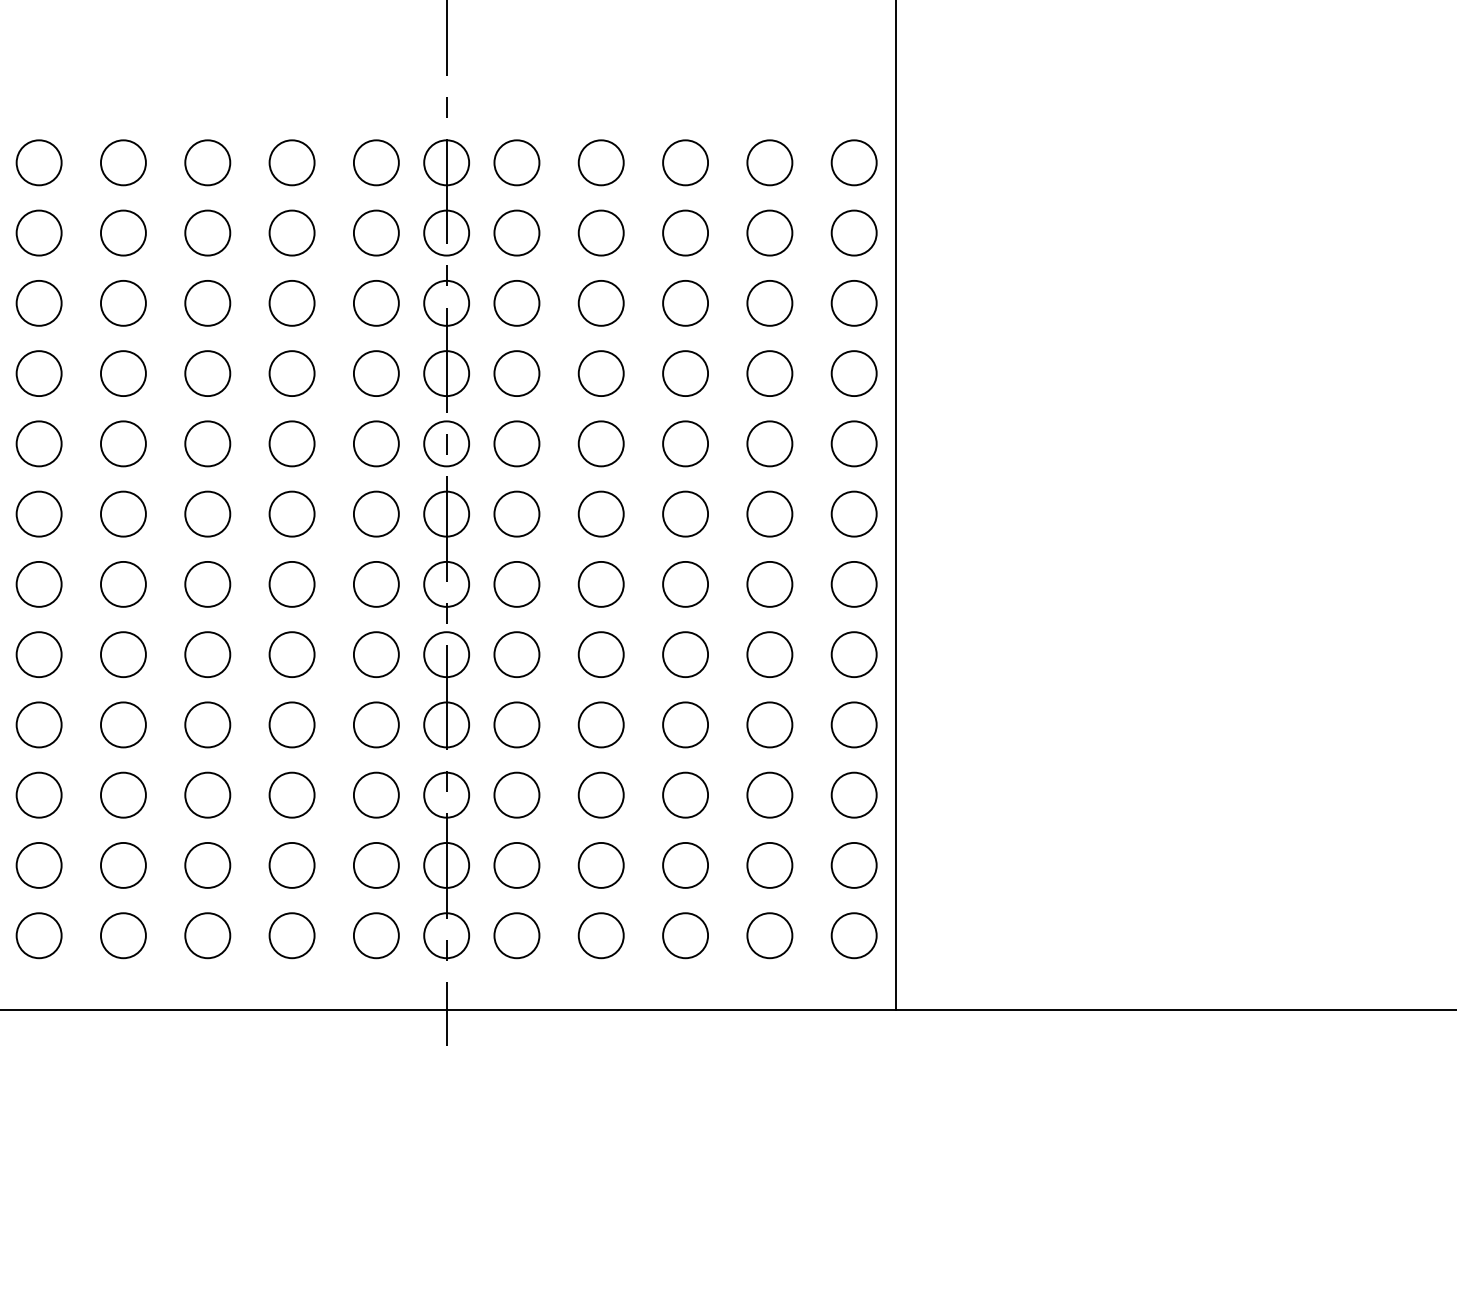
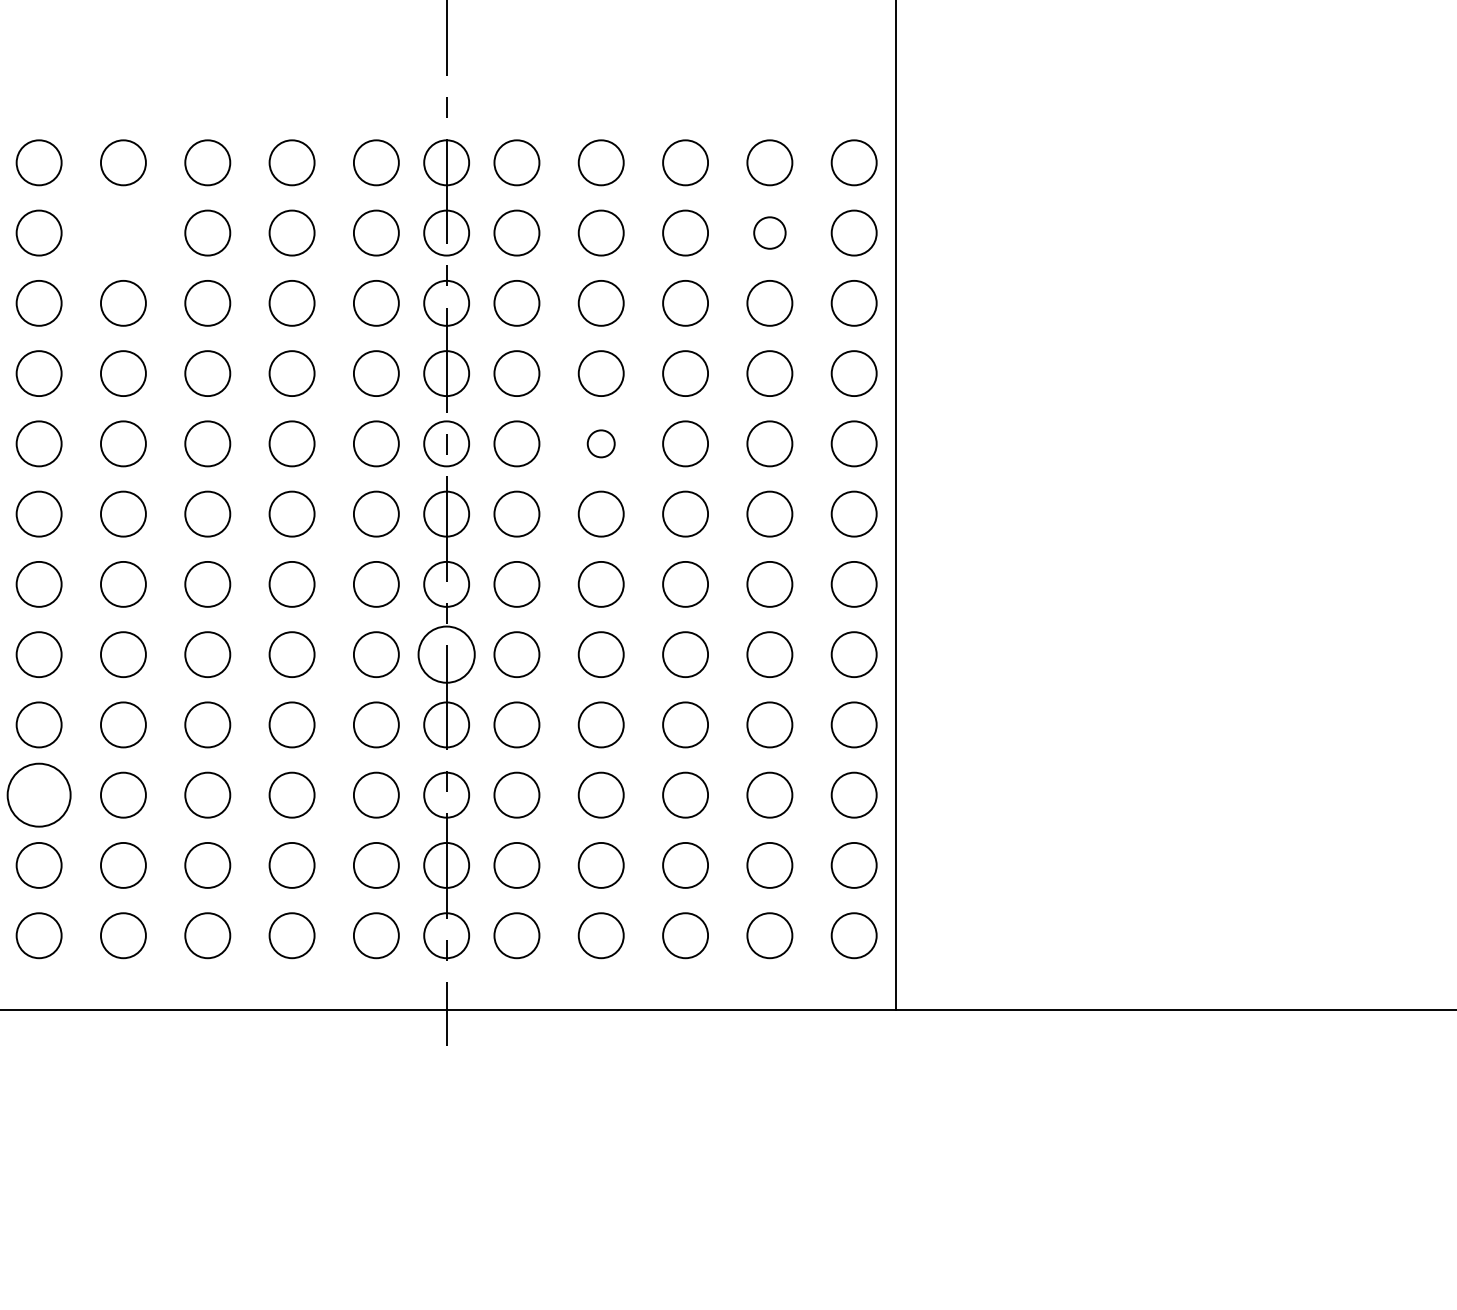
circle at (123, 232): present -> none
circle at (769, 232) size: 48x48 px -> 34x34 px
circle at (600, 443) diameter: 45 px -> 27 px
circle at (446, 654) diameter: 45 px -> 56 px
circle at (38, 794) diameter: 45 px -> 63 px
